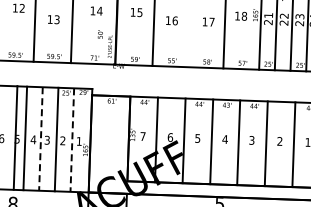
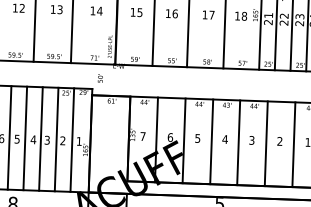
text at (53, 19) position: (53, 19) -> (56, 9)
text at (171, 20) position: (171, 20) -> (171, 13)
text at (208, 21) position: (208, 21) -> (208, 14)
text at (99, 34) position: (99, 34) -> (99, 78)
line at (188, 34): none -> present
line at (15, 137) position: (15, 137) -> (9, 137)
line at (40, 139): dashed -> solid
line at (72, 140): dashed -> solid
